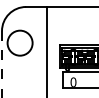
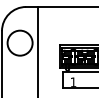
line at (47, 50) position: (47, 50) -> (38, 50)
line at (2, 64): dashed -> solid
text at (73, 81): 0 -> 1
